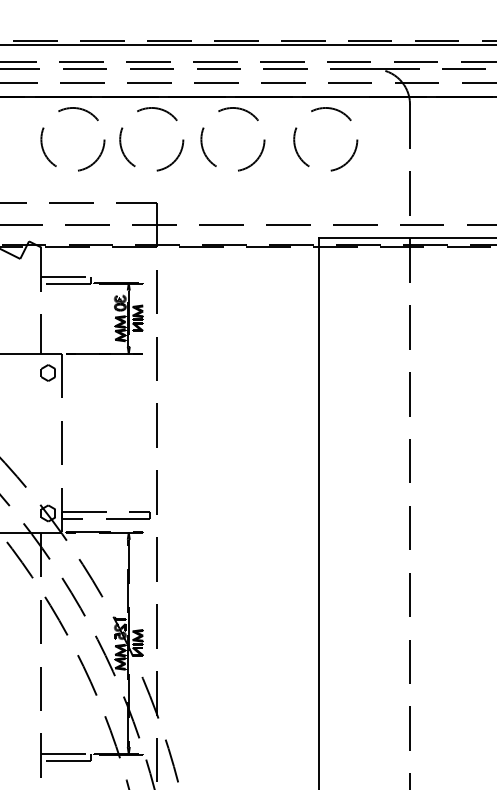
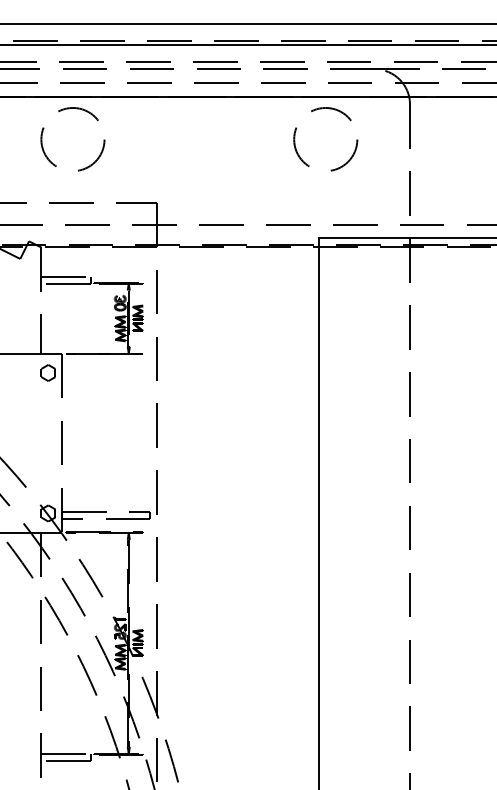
line at (247, 23): none -> present
circle at (151, 139): present -> none
circle at (232, 139): present -> none
